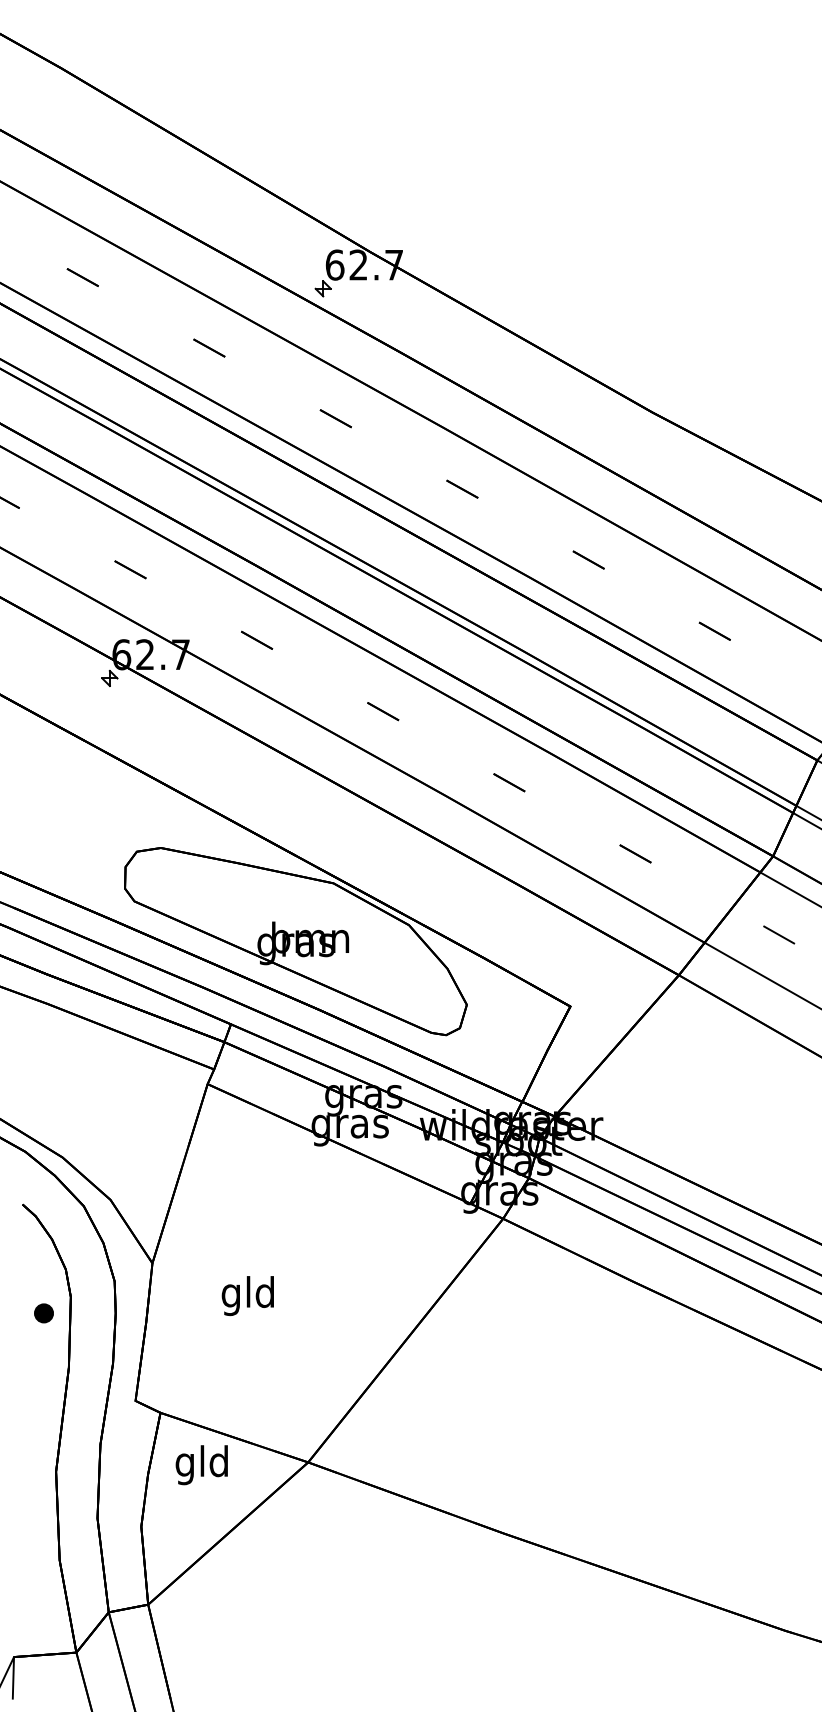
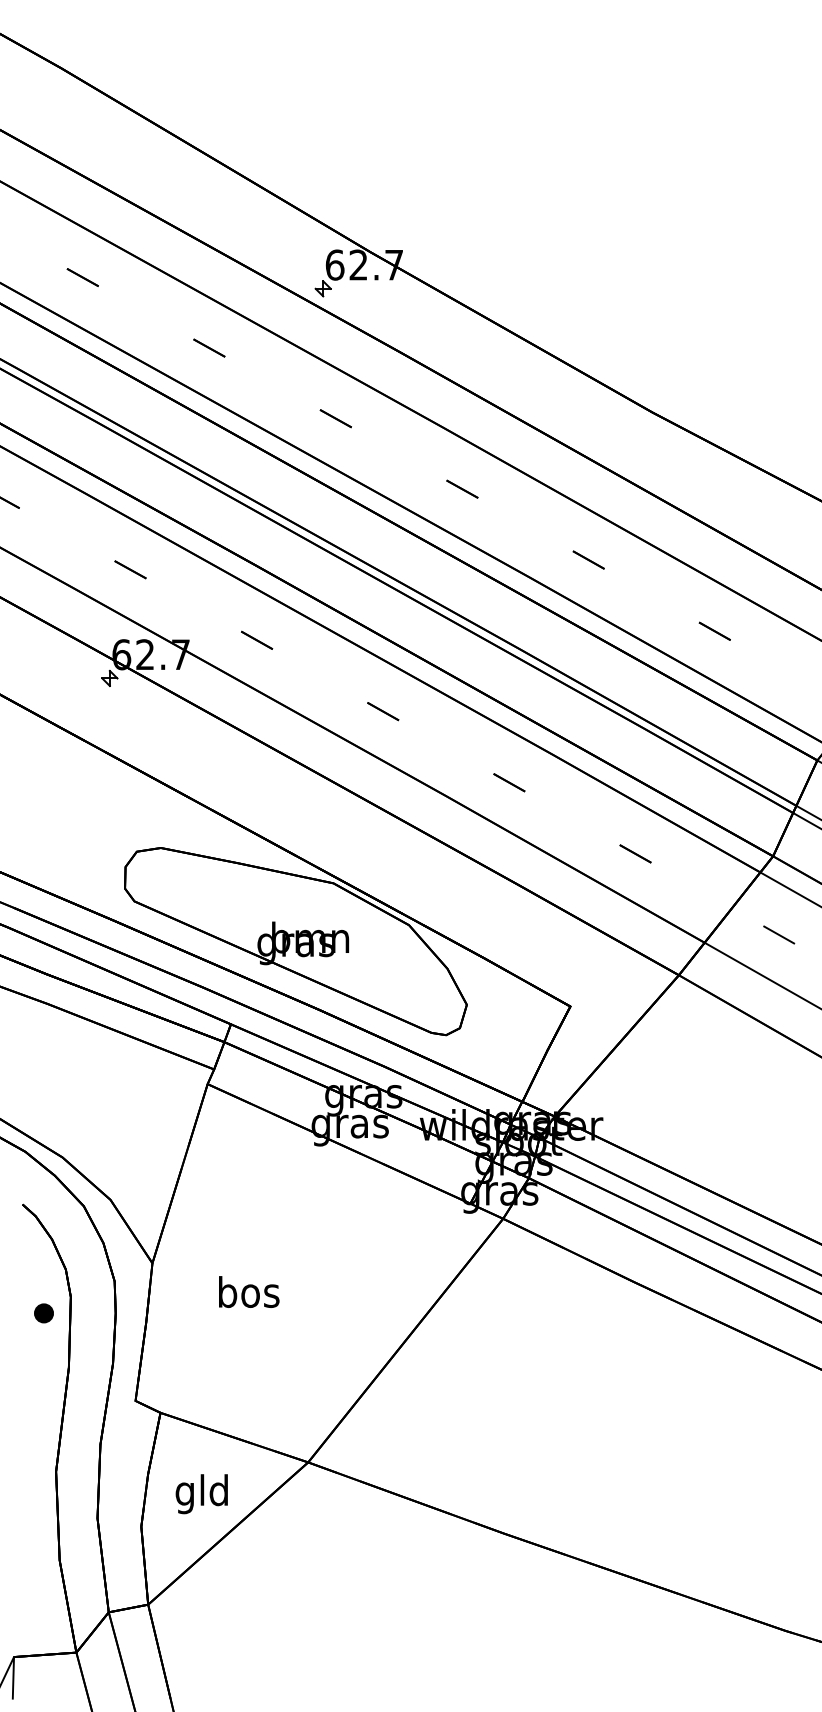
text at (249, 1296): gld -> bos
text at (201, 1465) position: (201, 1465) -> (201, 1494)
